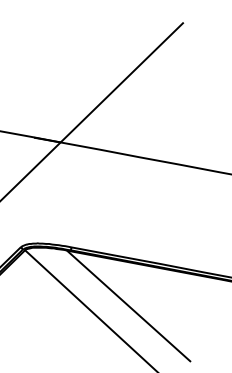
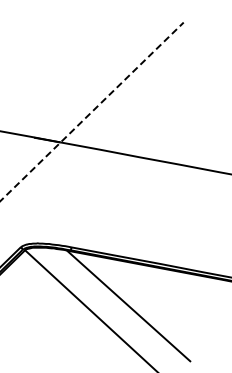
line at (92, 111): solid -> dashed
